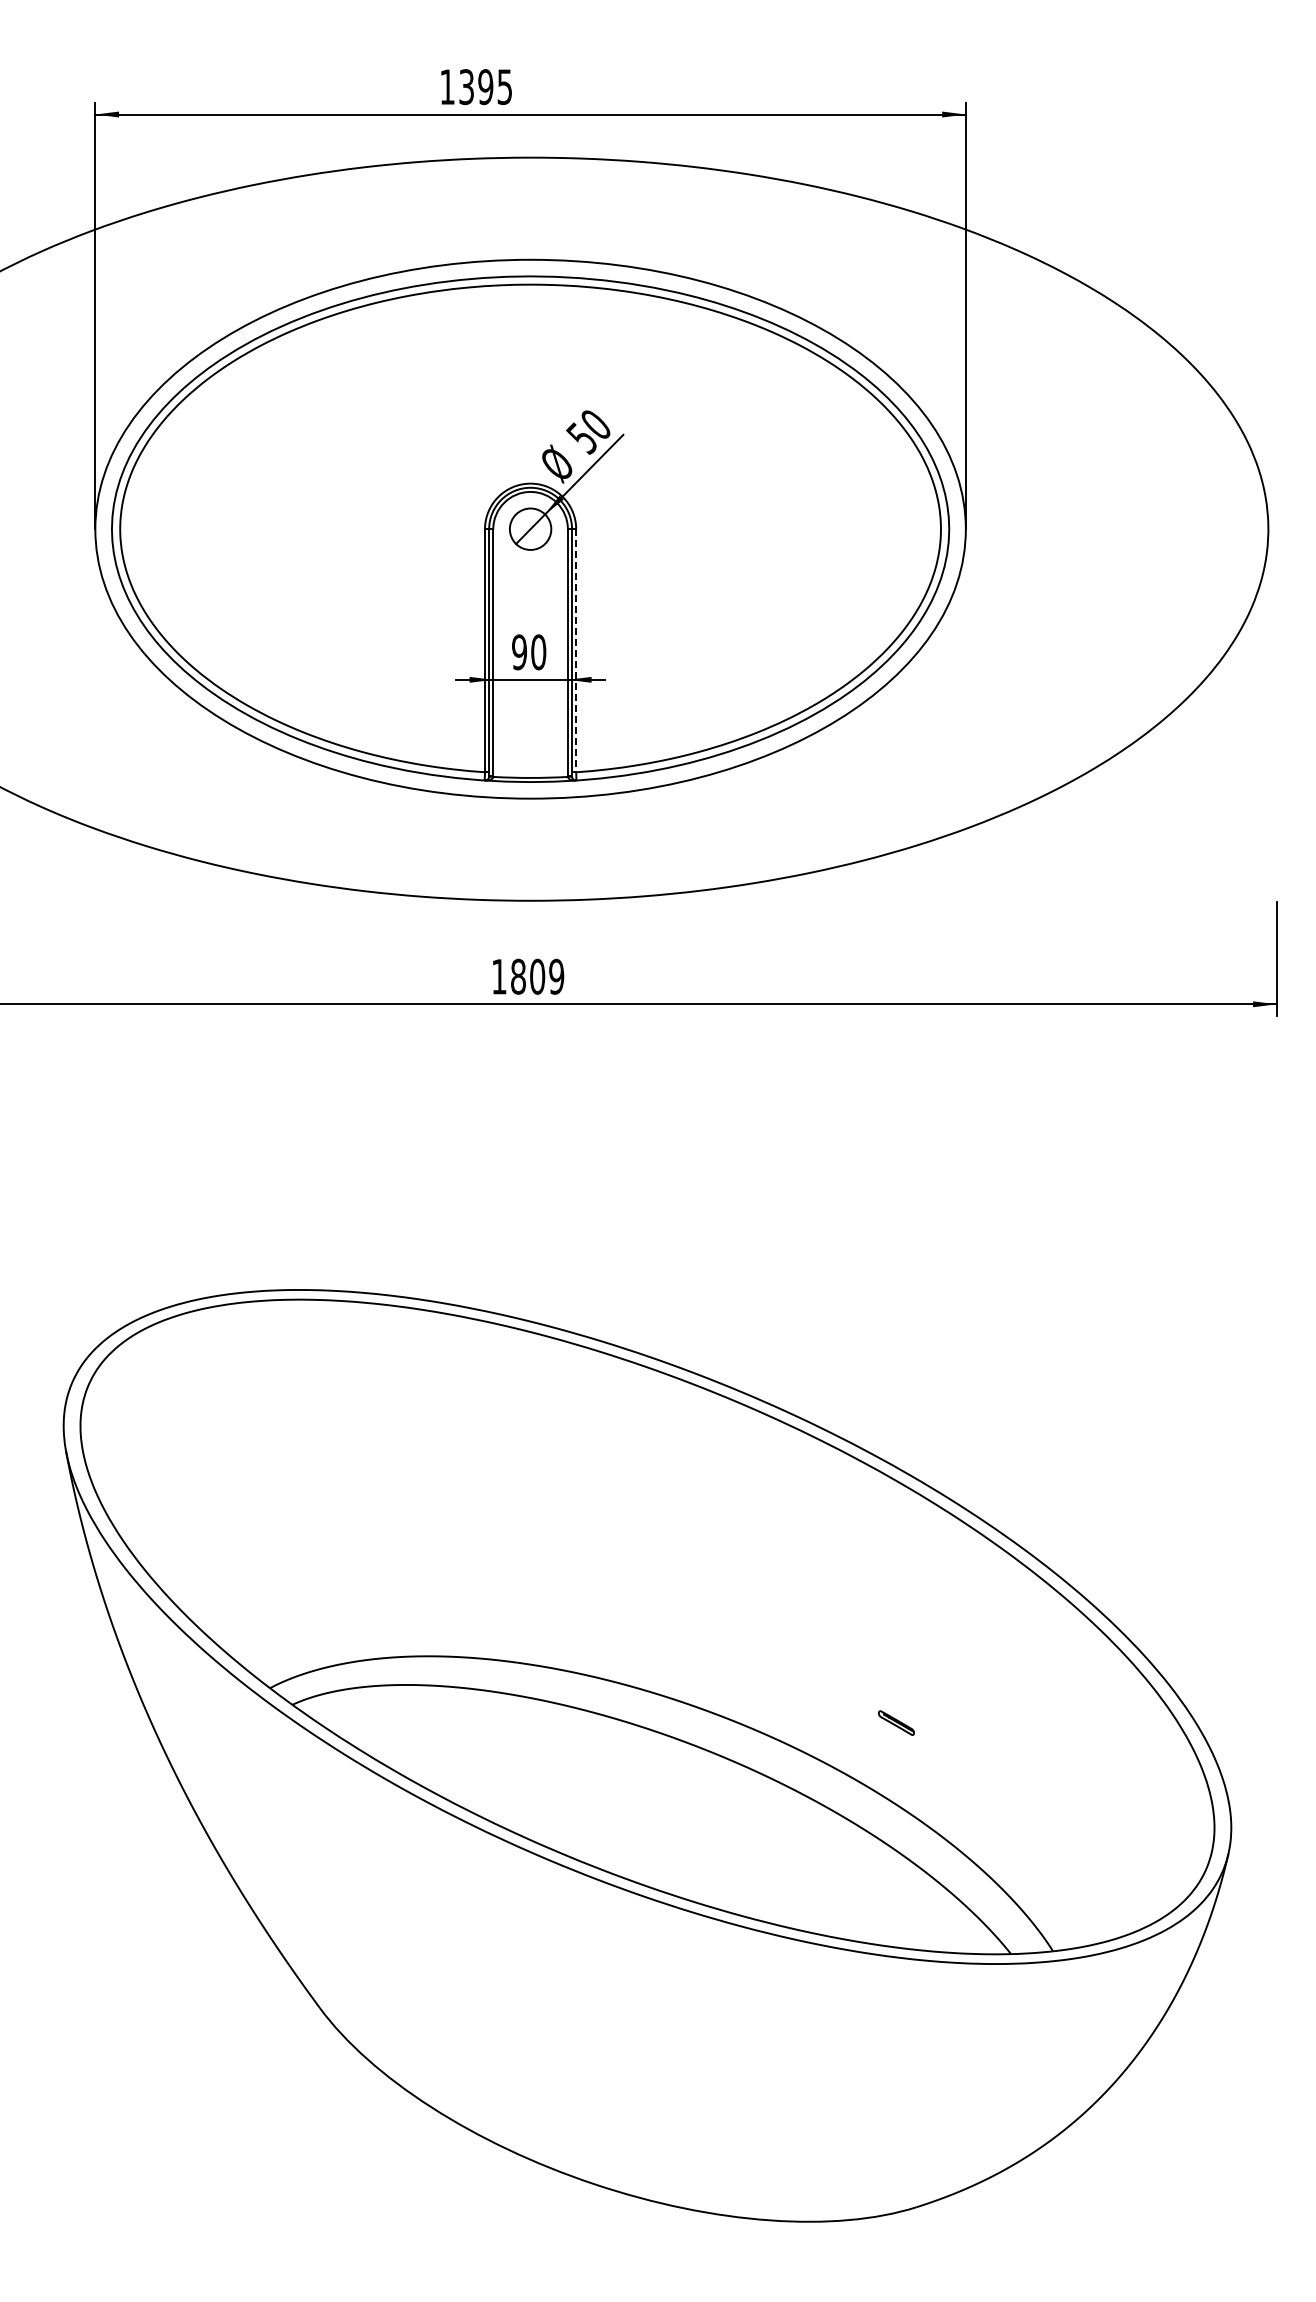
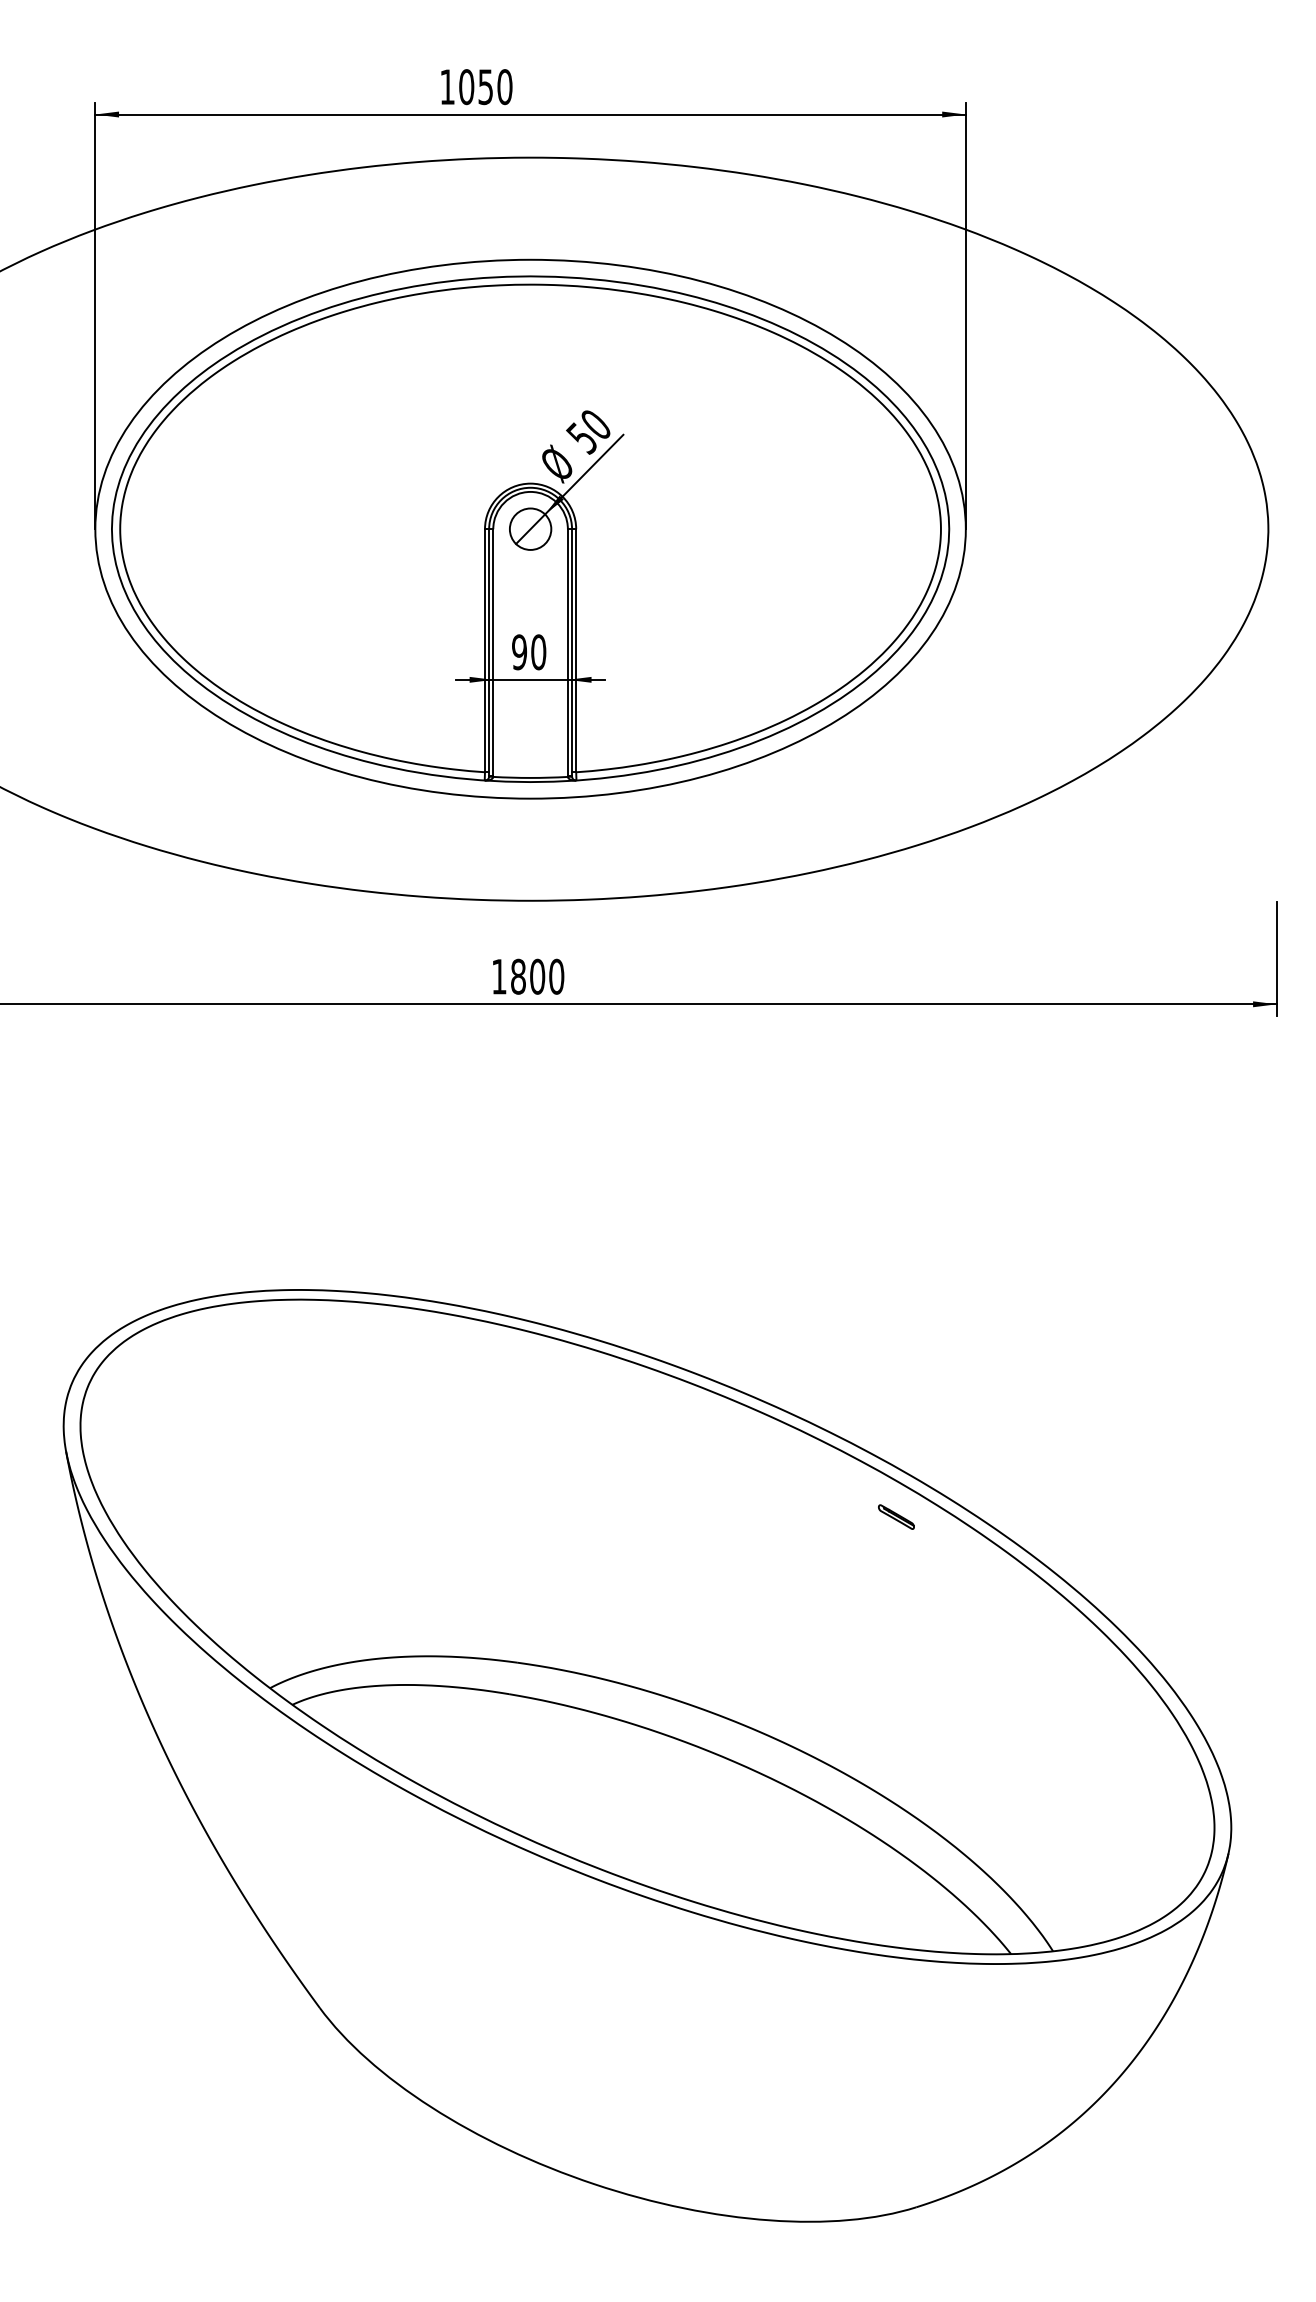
text at (485, 87): 1395 -> 1050
line at (576, 650): dashed -> solid
text at (556, 976): 1809 -> 1800
part at (896, 1722) position: (896, 1722) -> (896, 1516)
